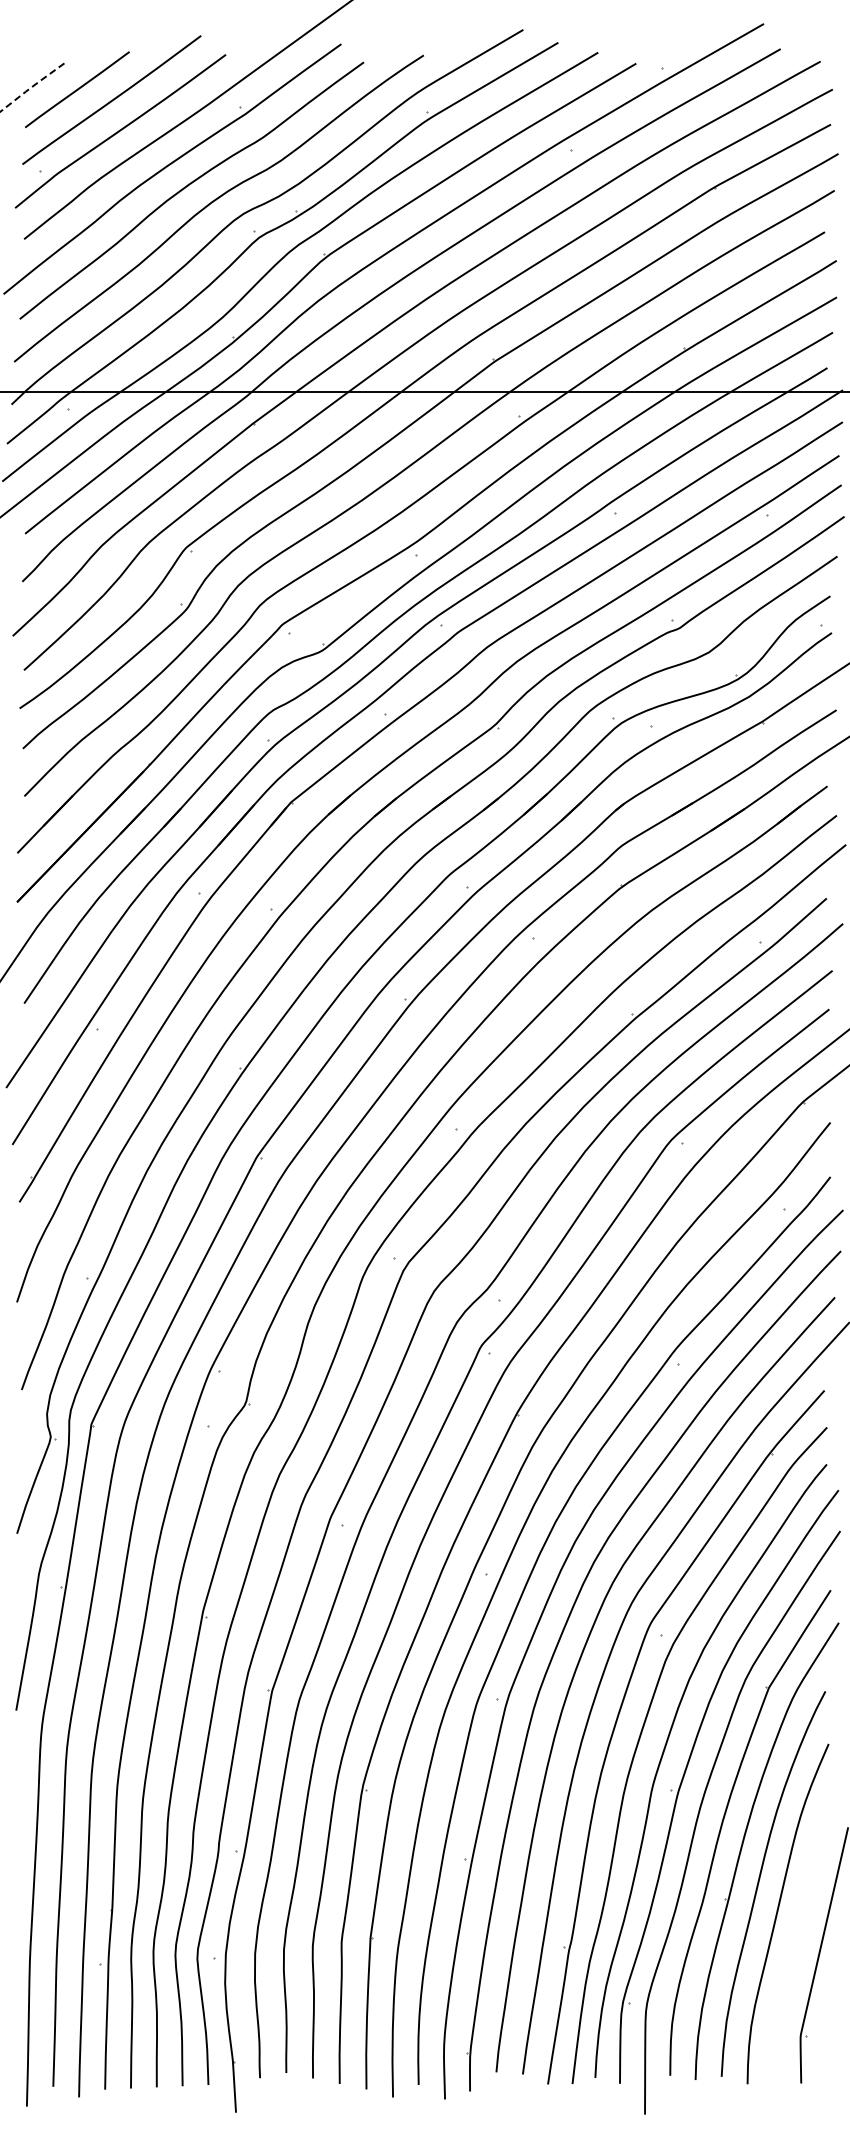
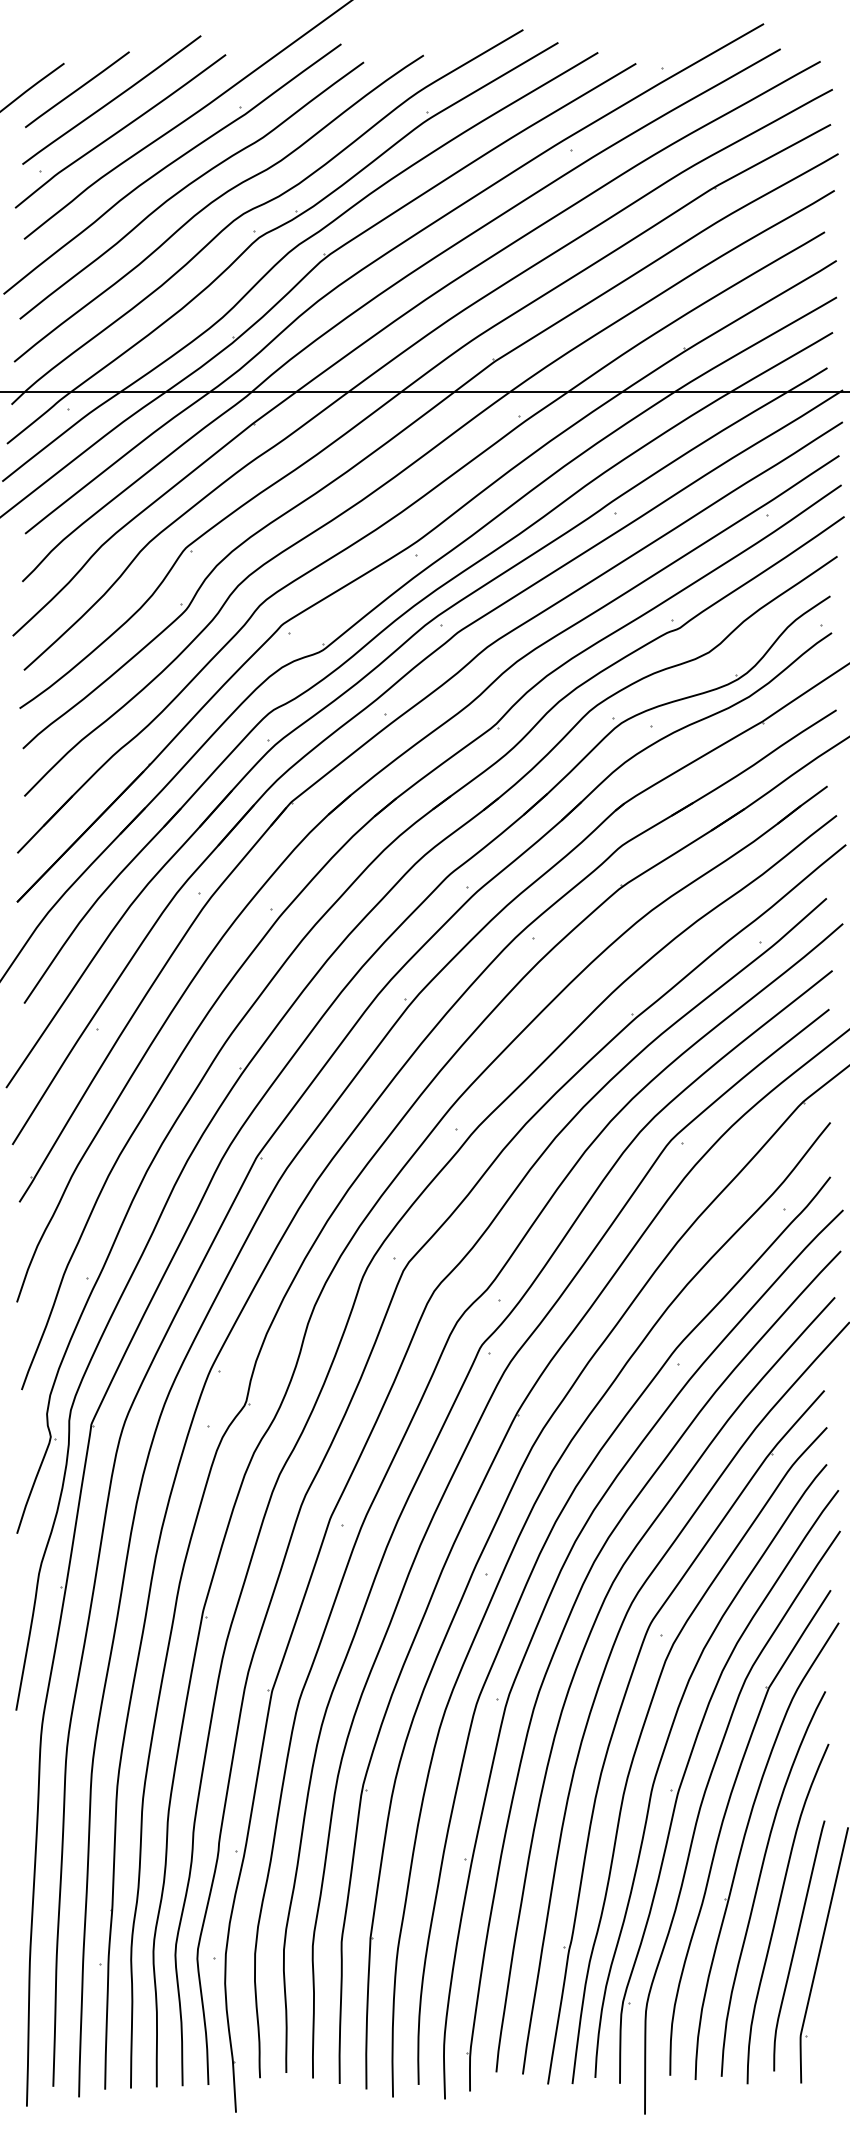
line at (32, 86): dashed -> solid
curve at (796, 1945): none -> present
